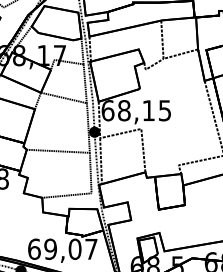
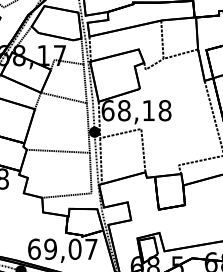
text at (164, 110): 68,15 -> 68,18
